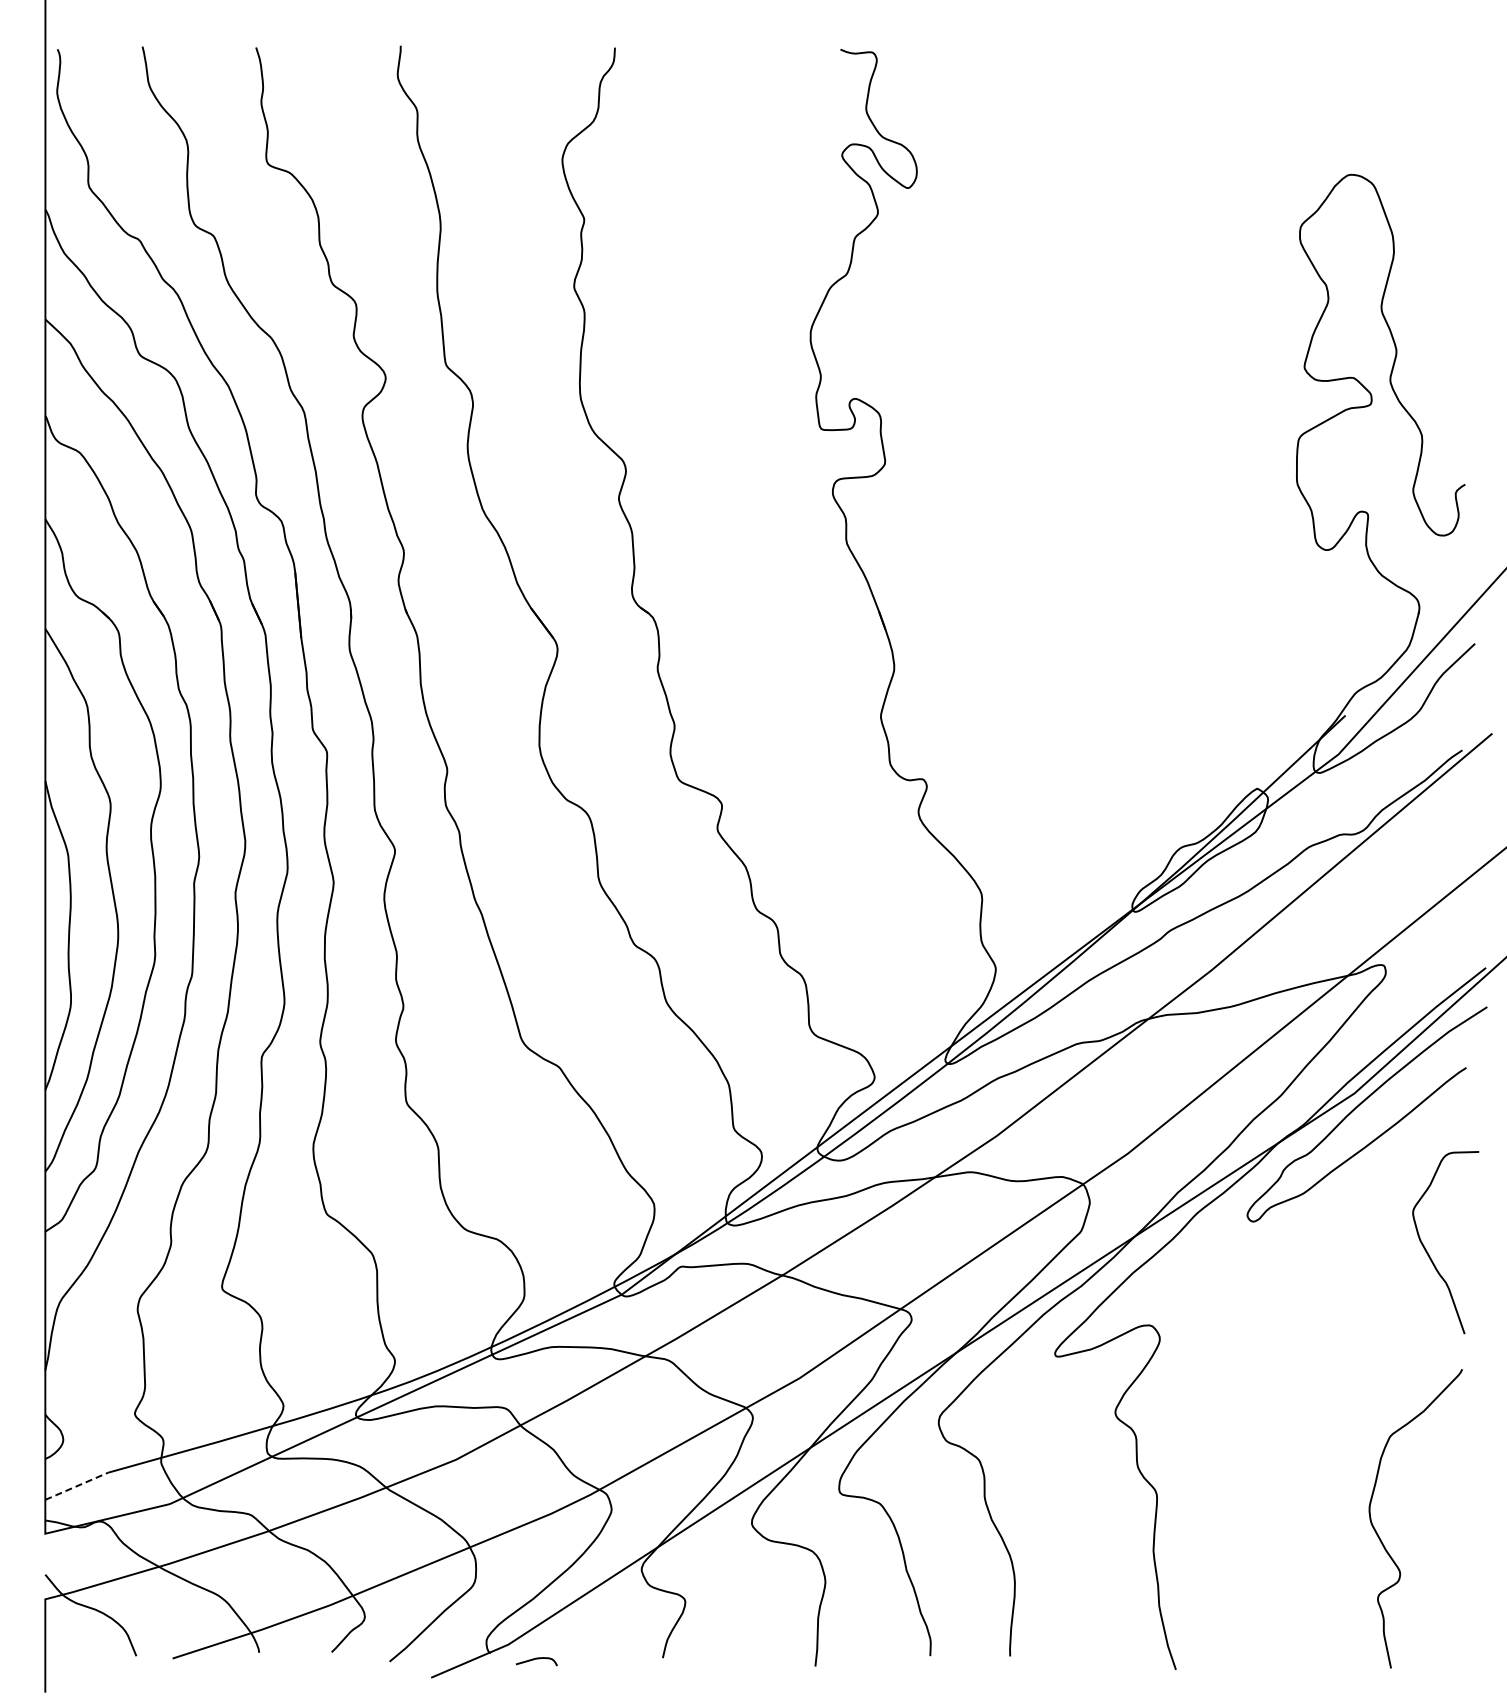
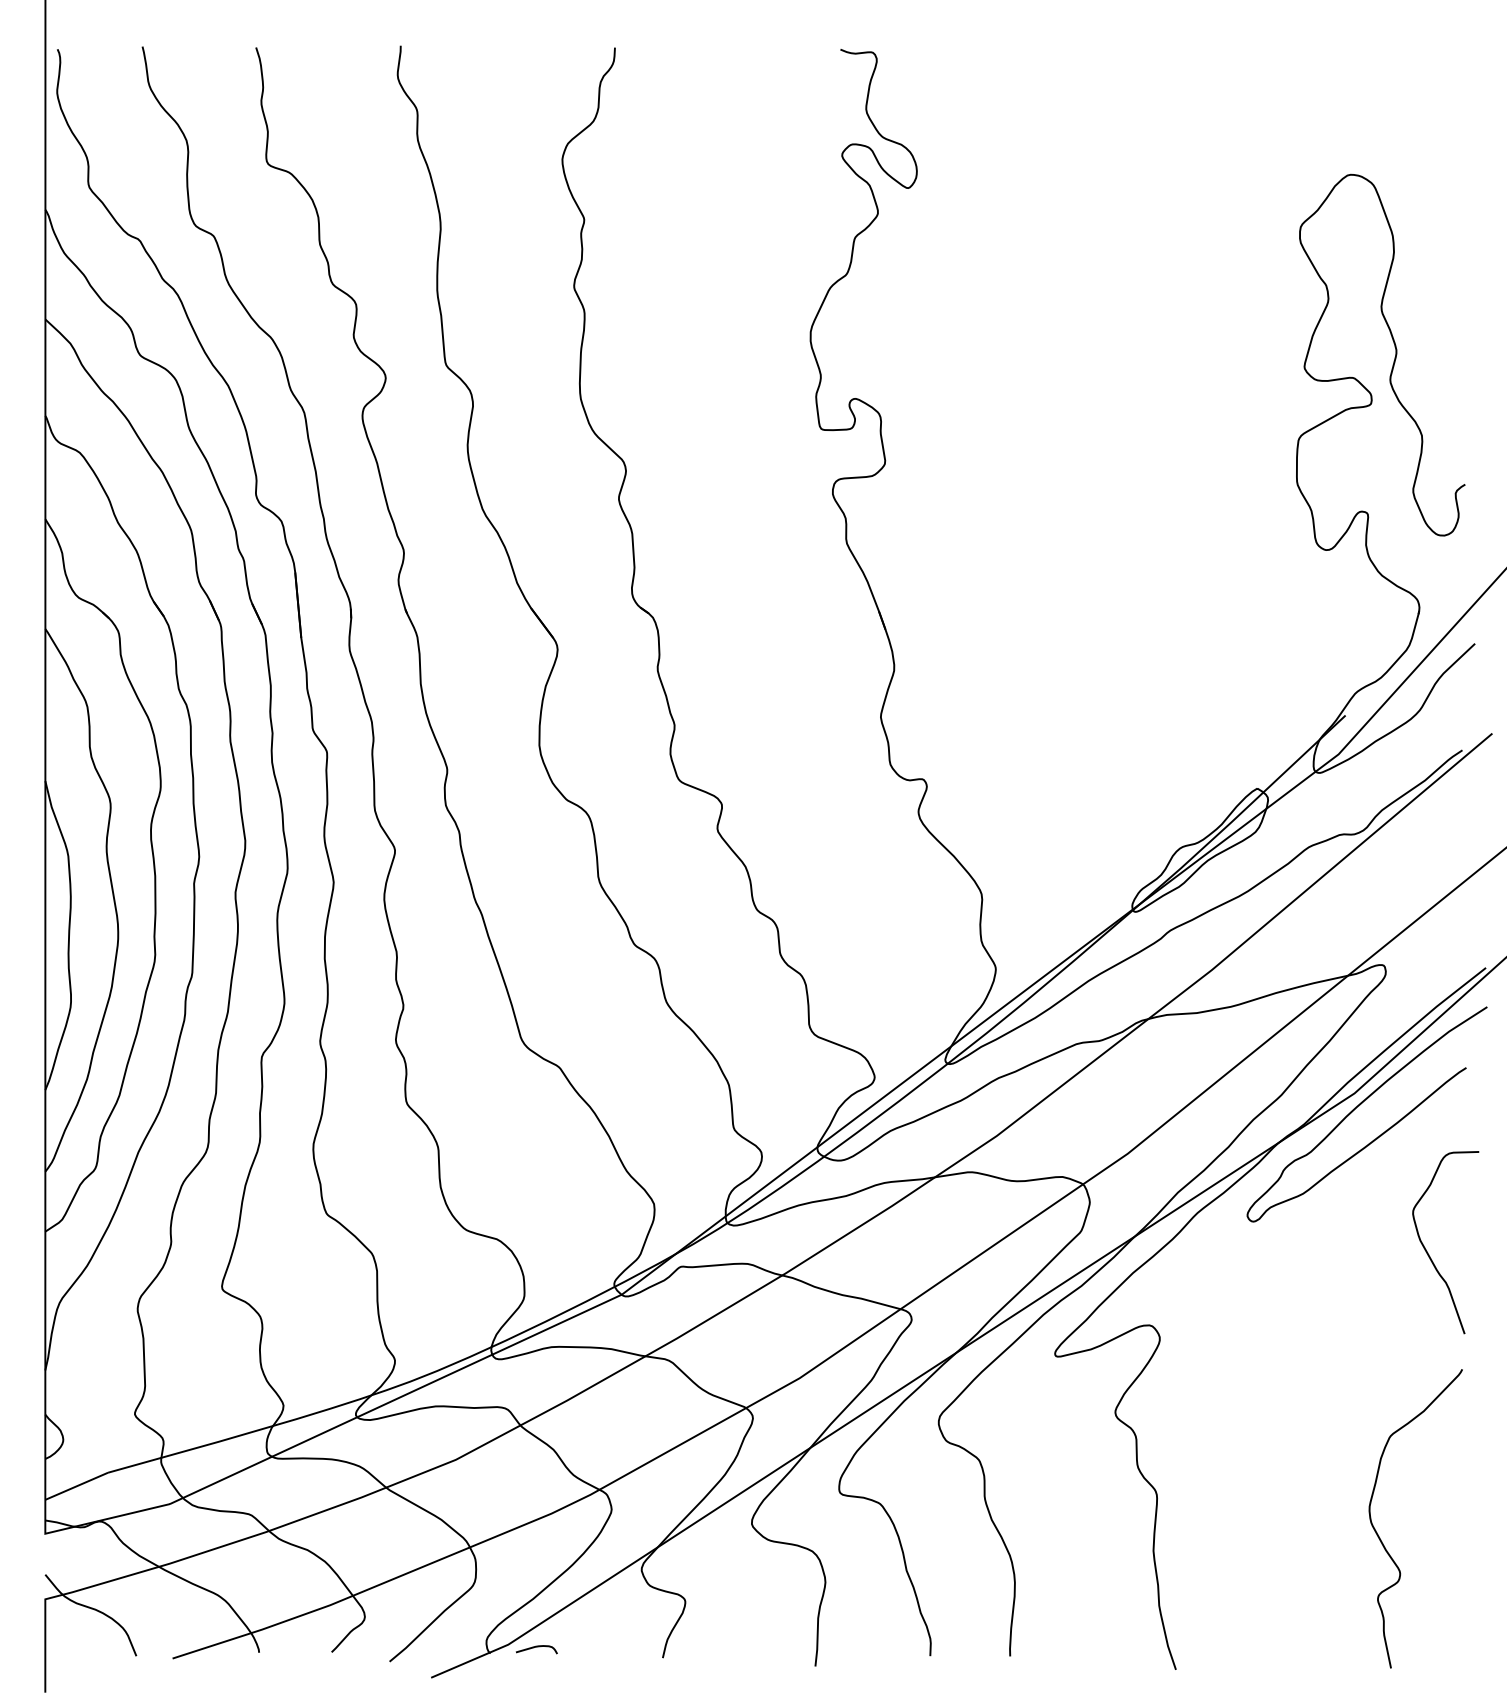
line at (76, 1486): dashed -> solid
curve at (536, 1659) position: (536, 1659) -> (536, 1647)
